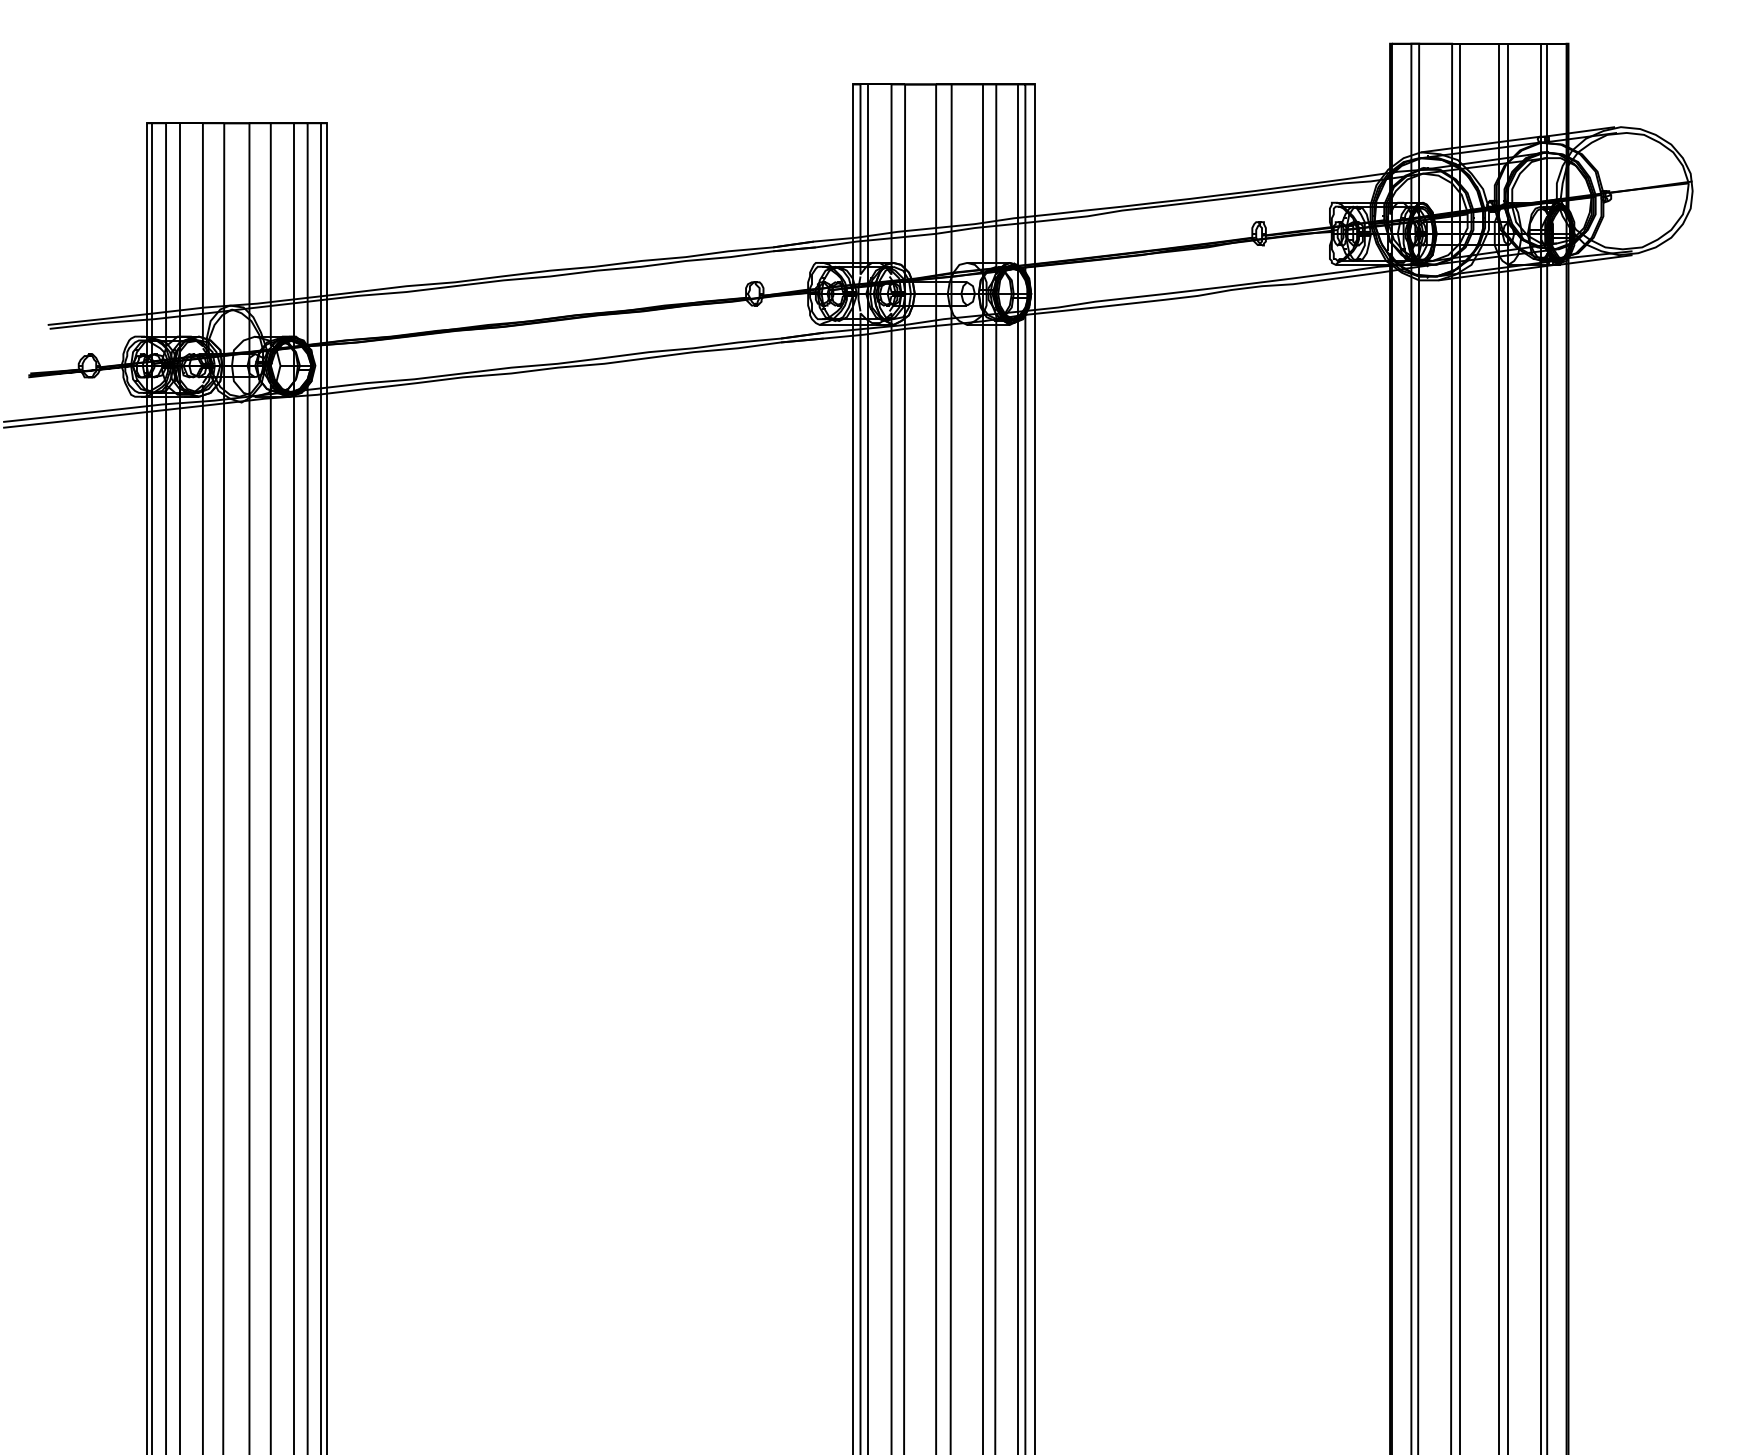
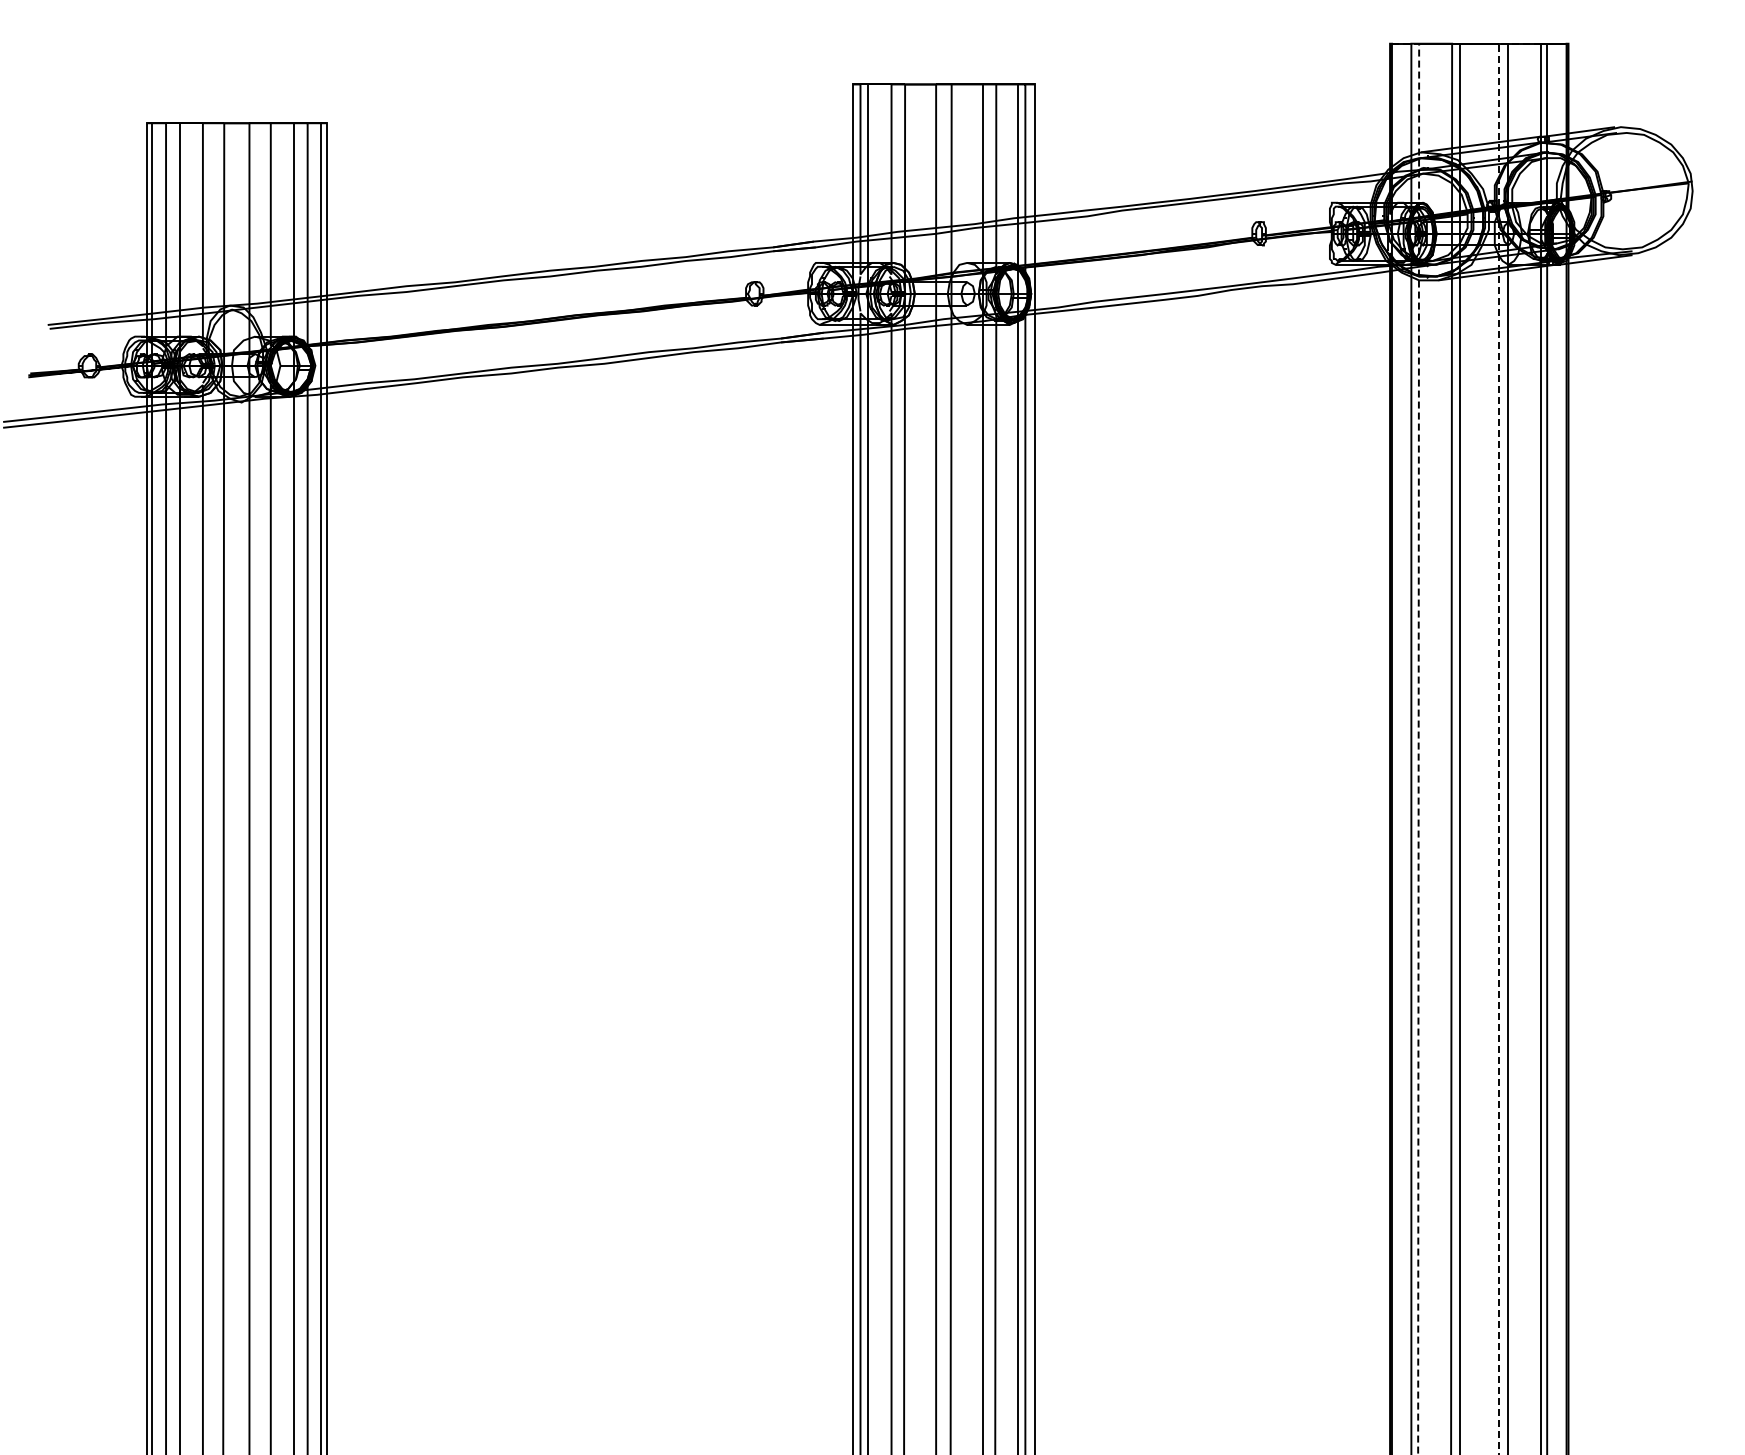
line at (1498, 727): solid -> dashed
line at (1418, 734): solid -> dashed
